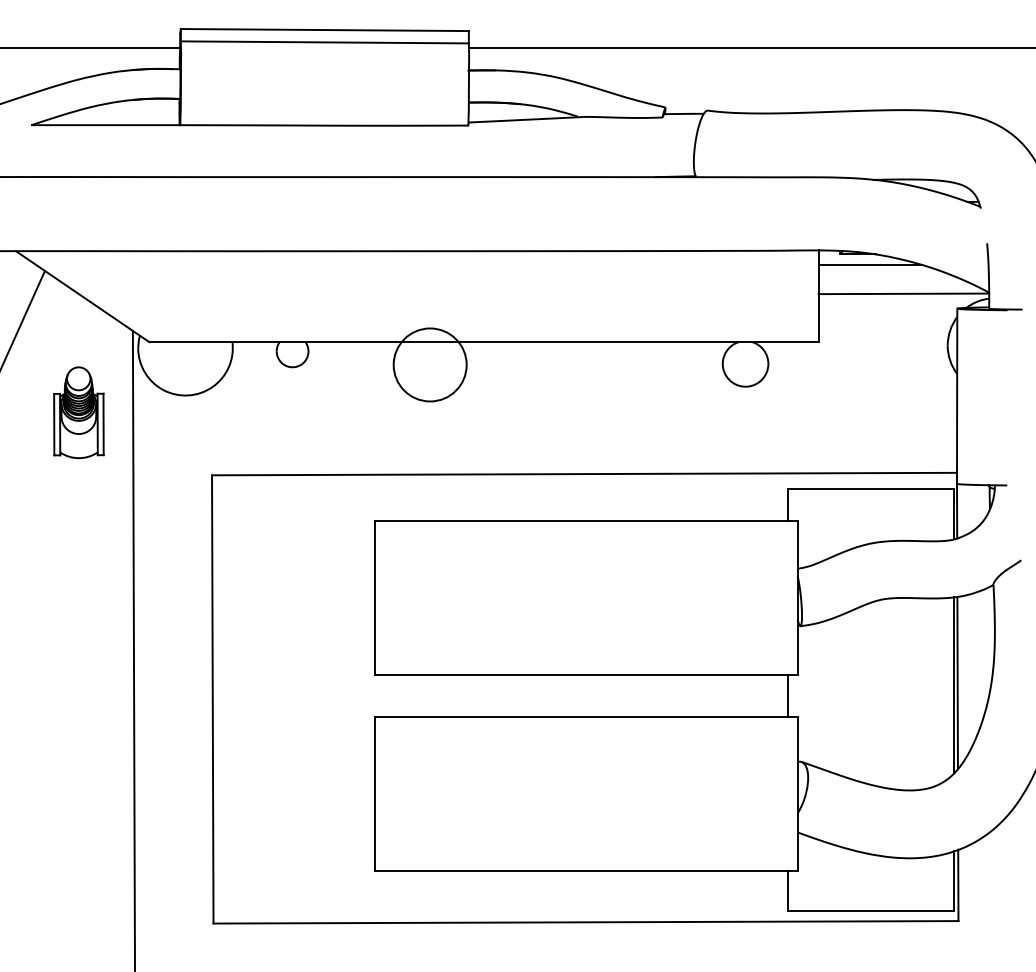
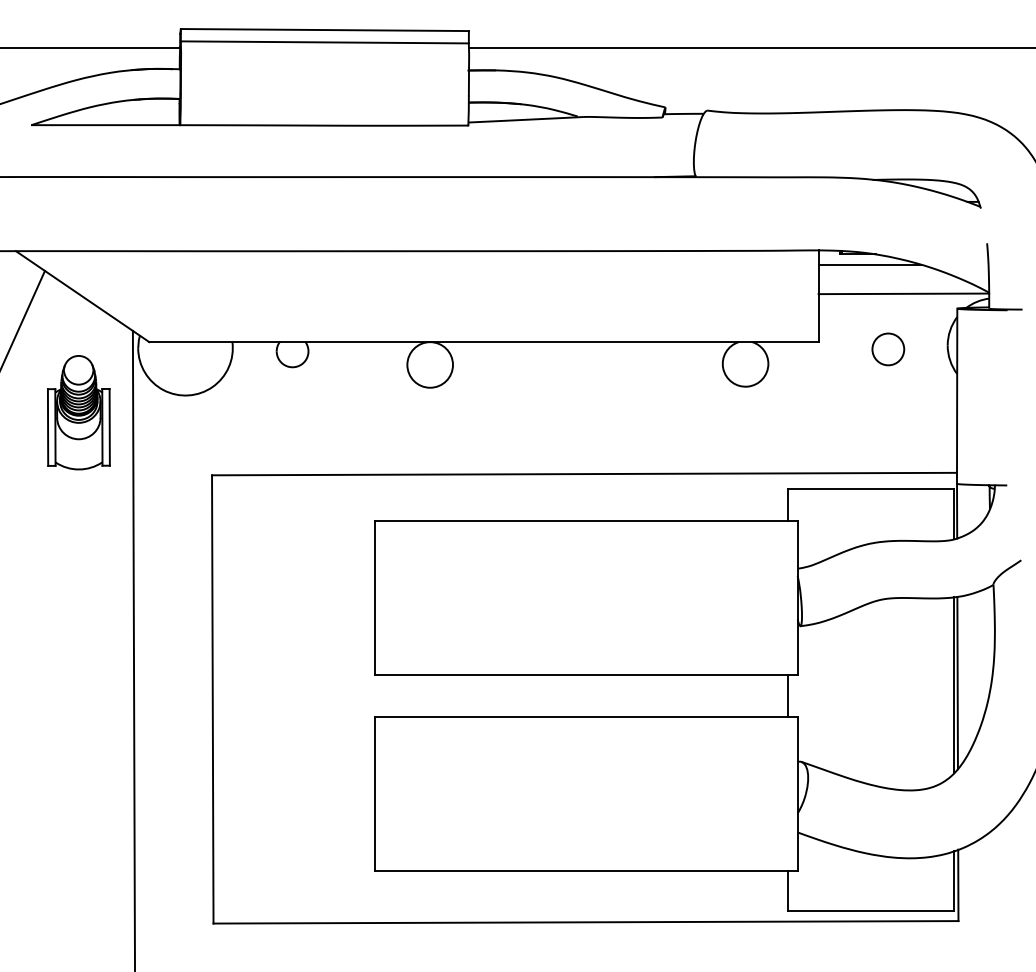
circle at (888, 349): none -> present
circle at (429, 364) diameter: 73 px -> 46 px
part at (78, 412) size: 52x93 px -> 64x116 px
